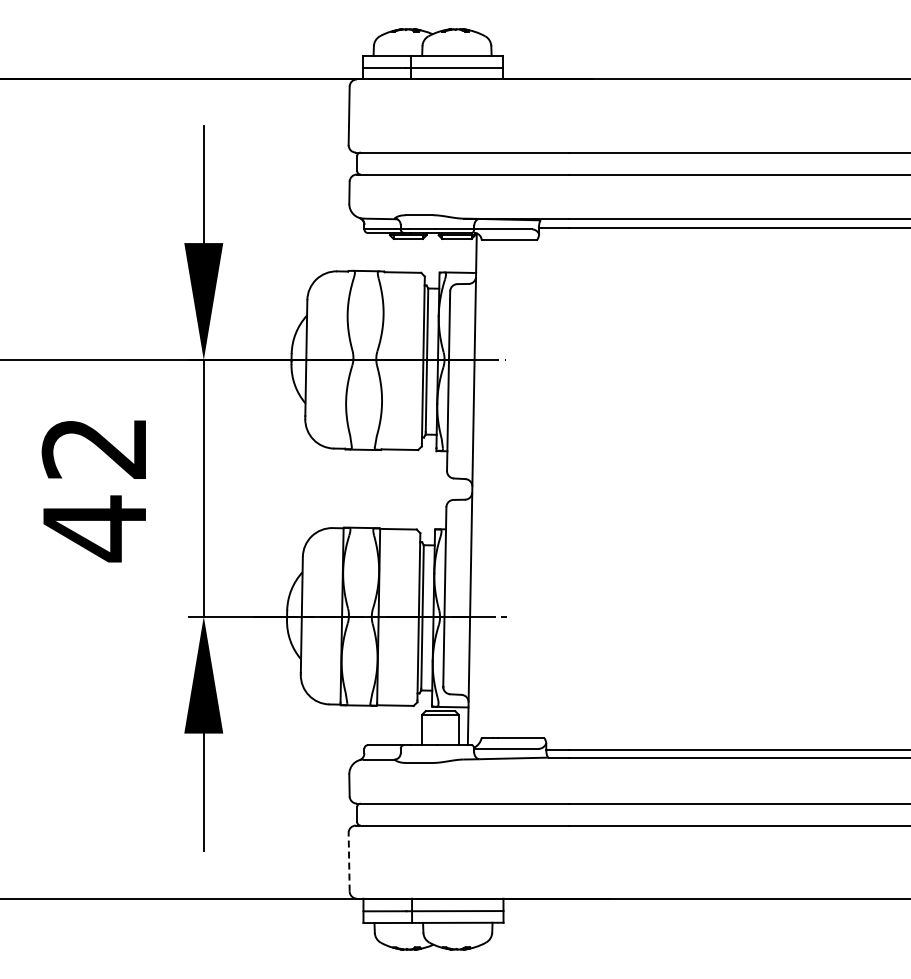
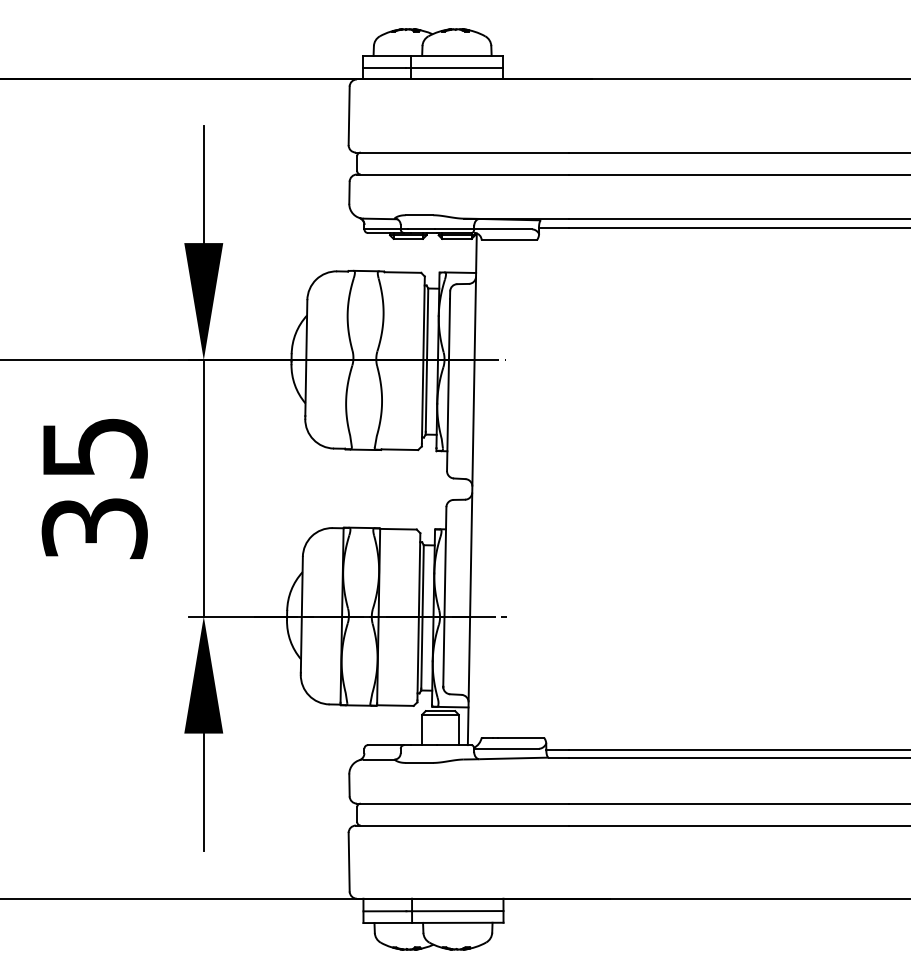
text at (94, 490): 42 -> 35
line at (349, 861): dashed -> solid
